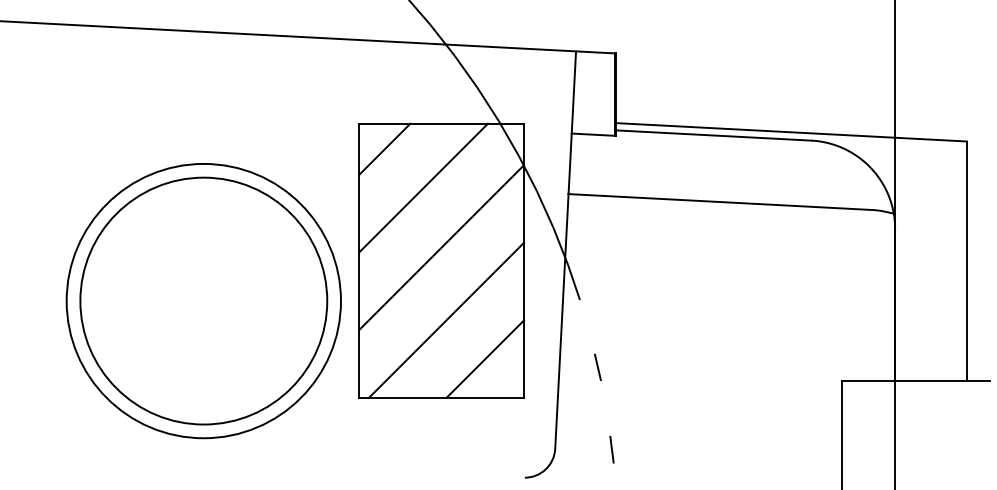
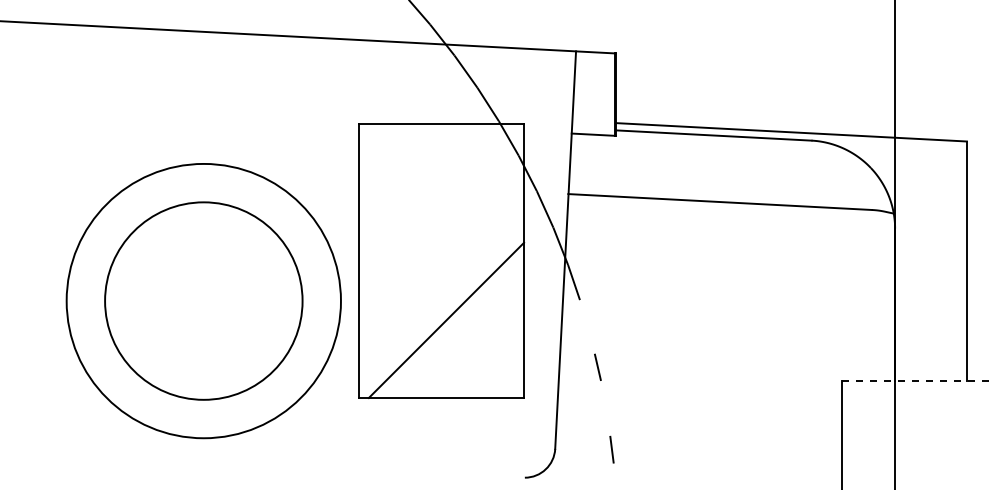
line at (384, 148): present -> none
line at (423, 187): present -> none
line at (441, 247): present -> none
circle at (203, 300) diameter: 247 px -> 197 px
line at (485, 358): present -> none
line at (916, 381): solid -> dashed
